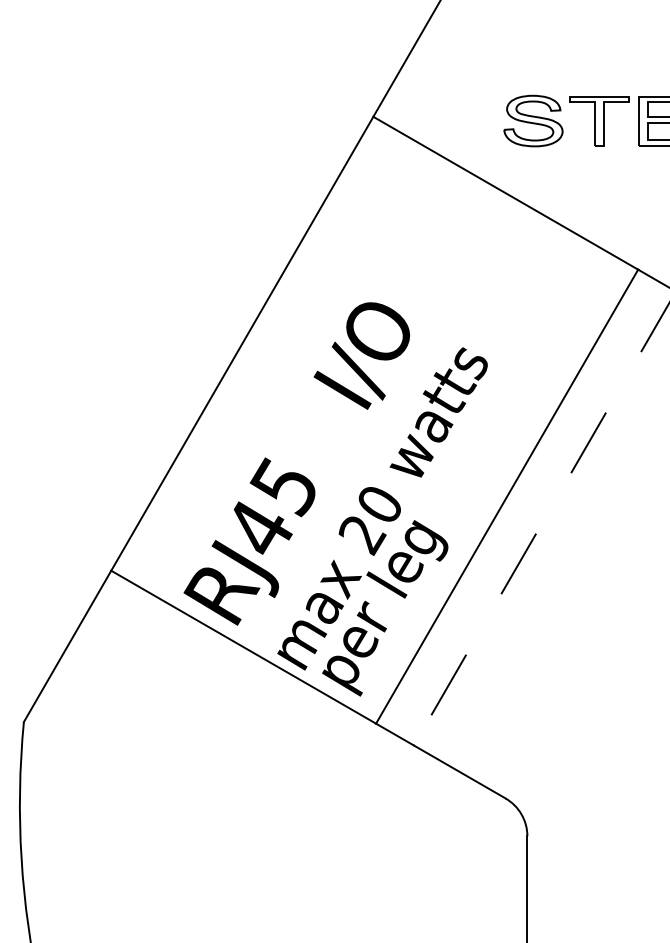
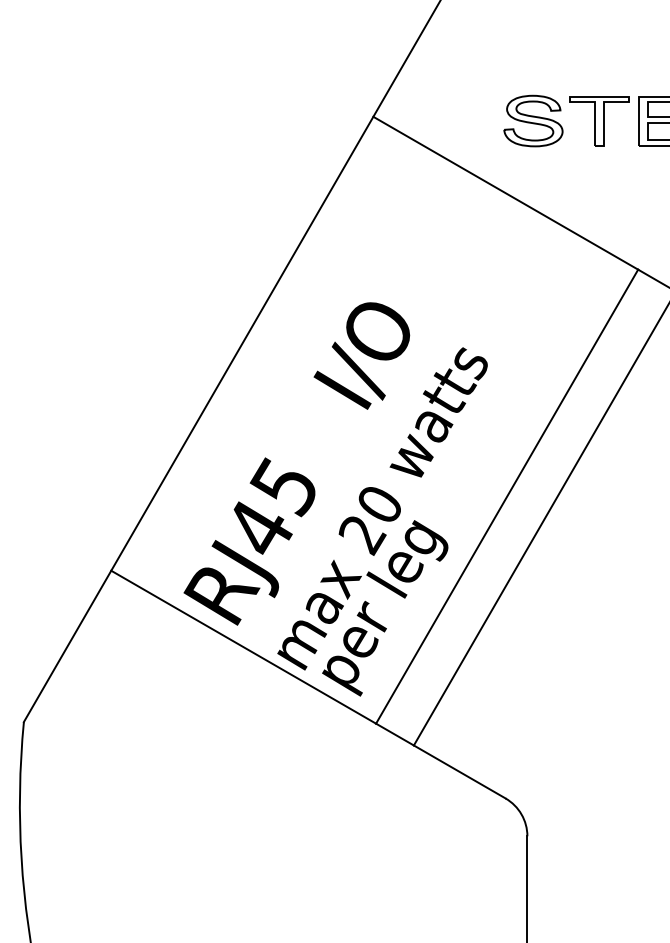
line at (541, 524): dashed -> solid
